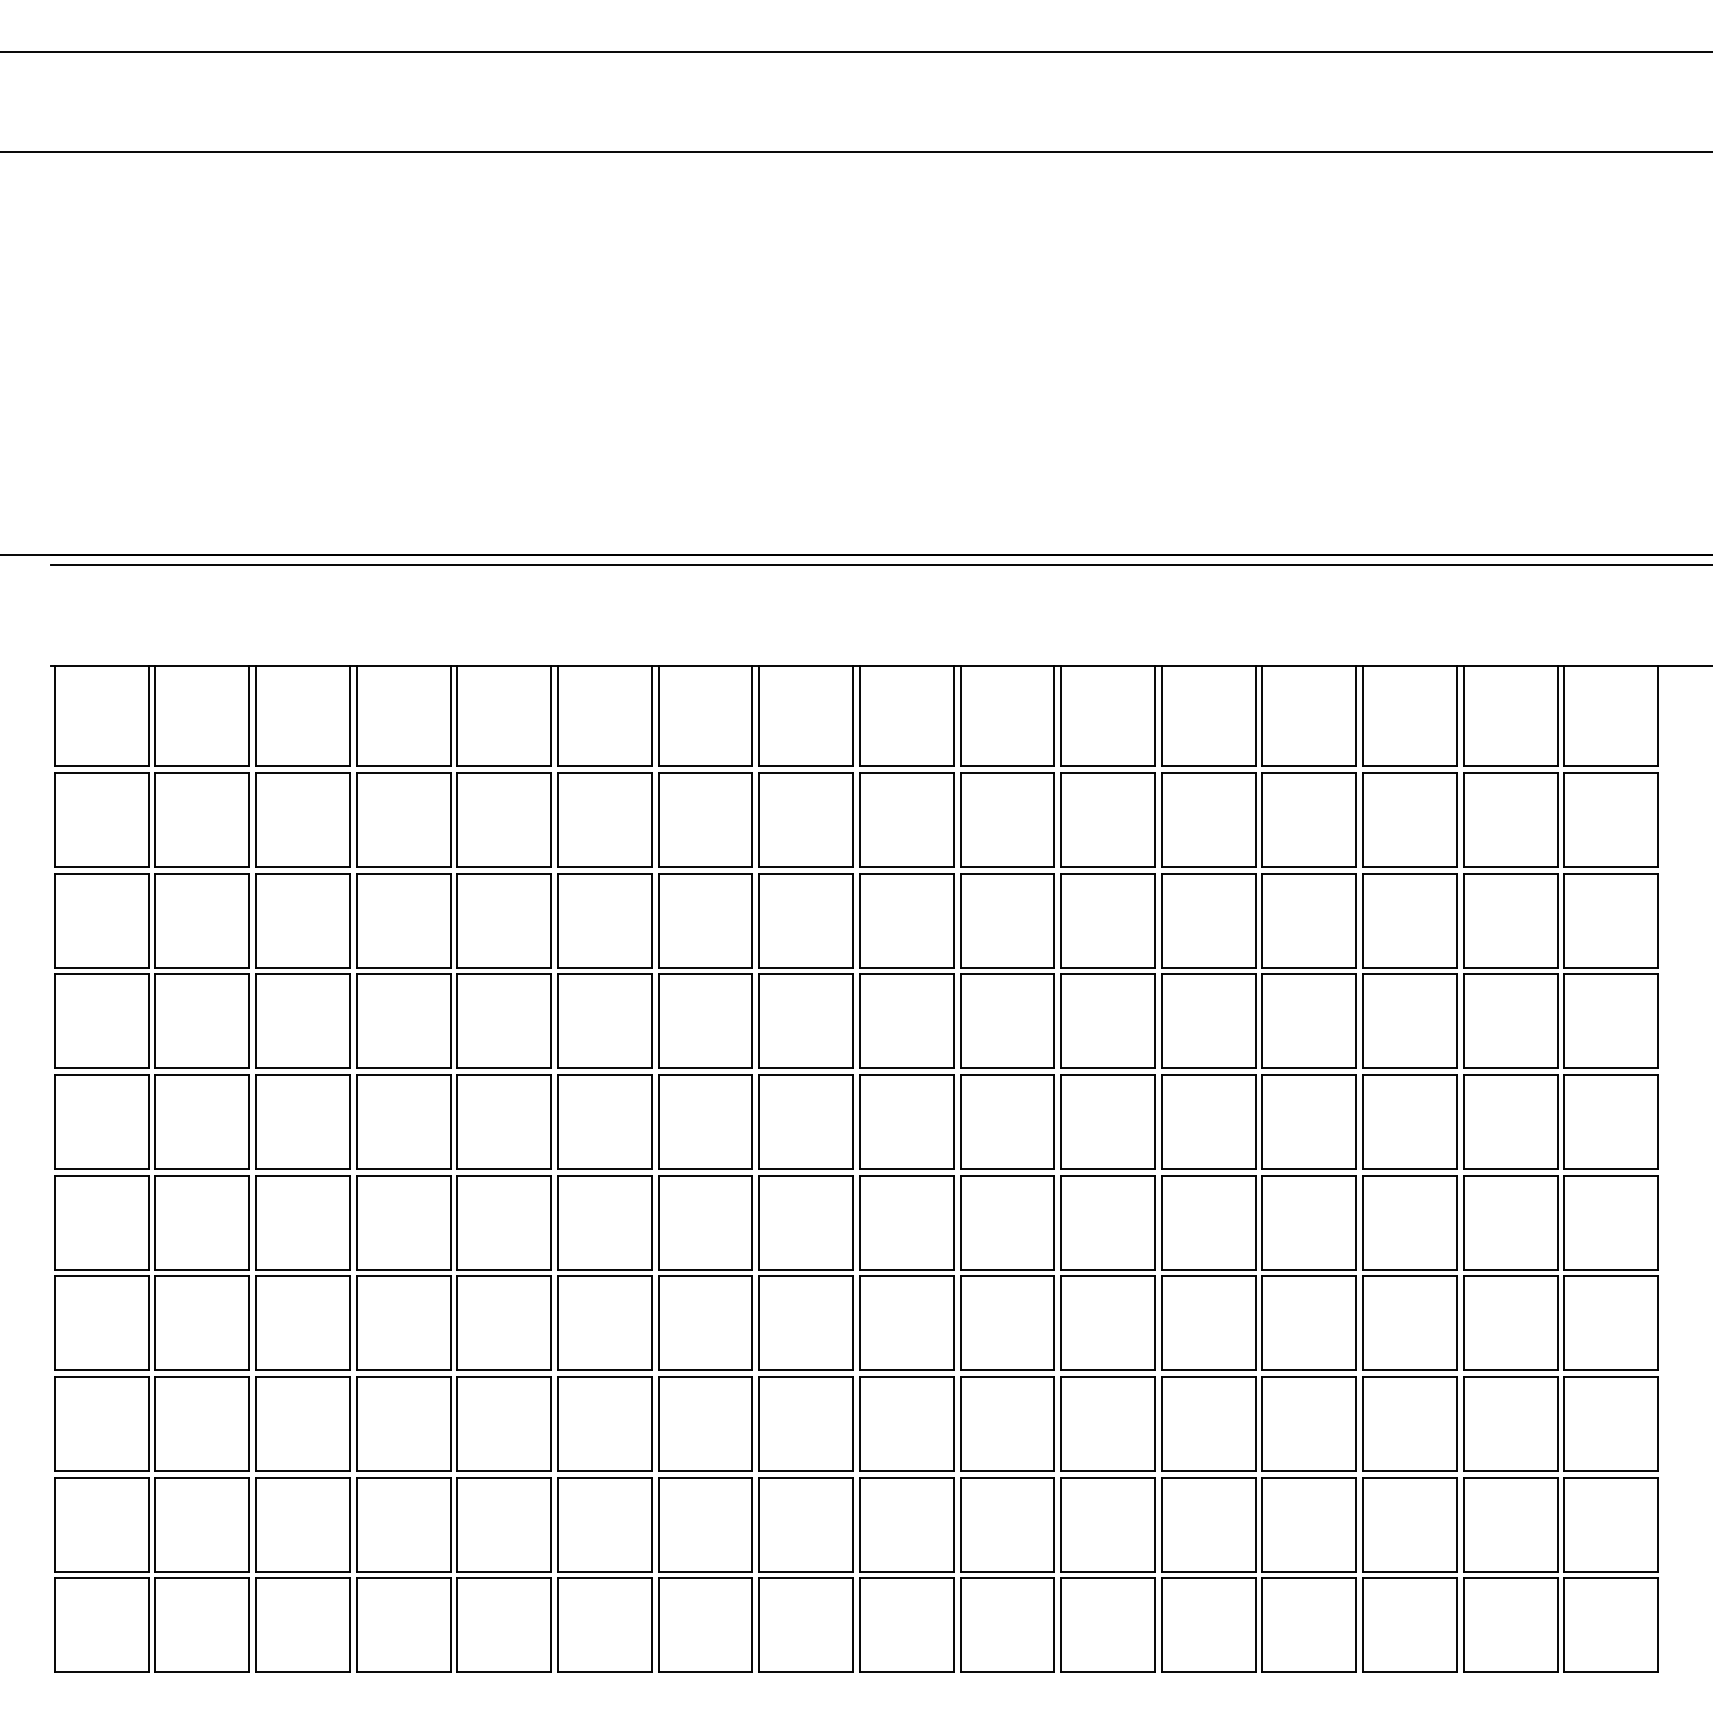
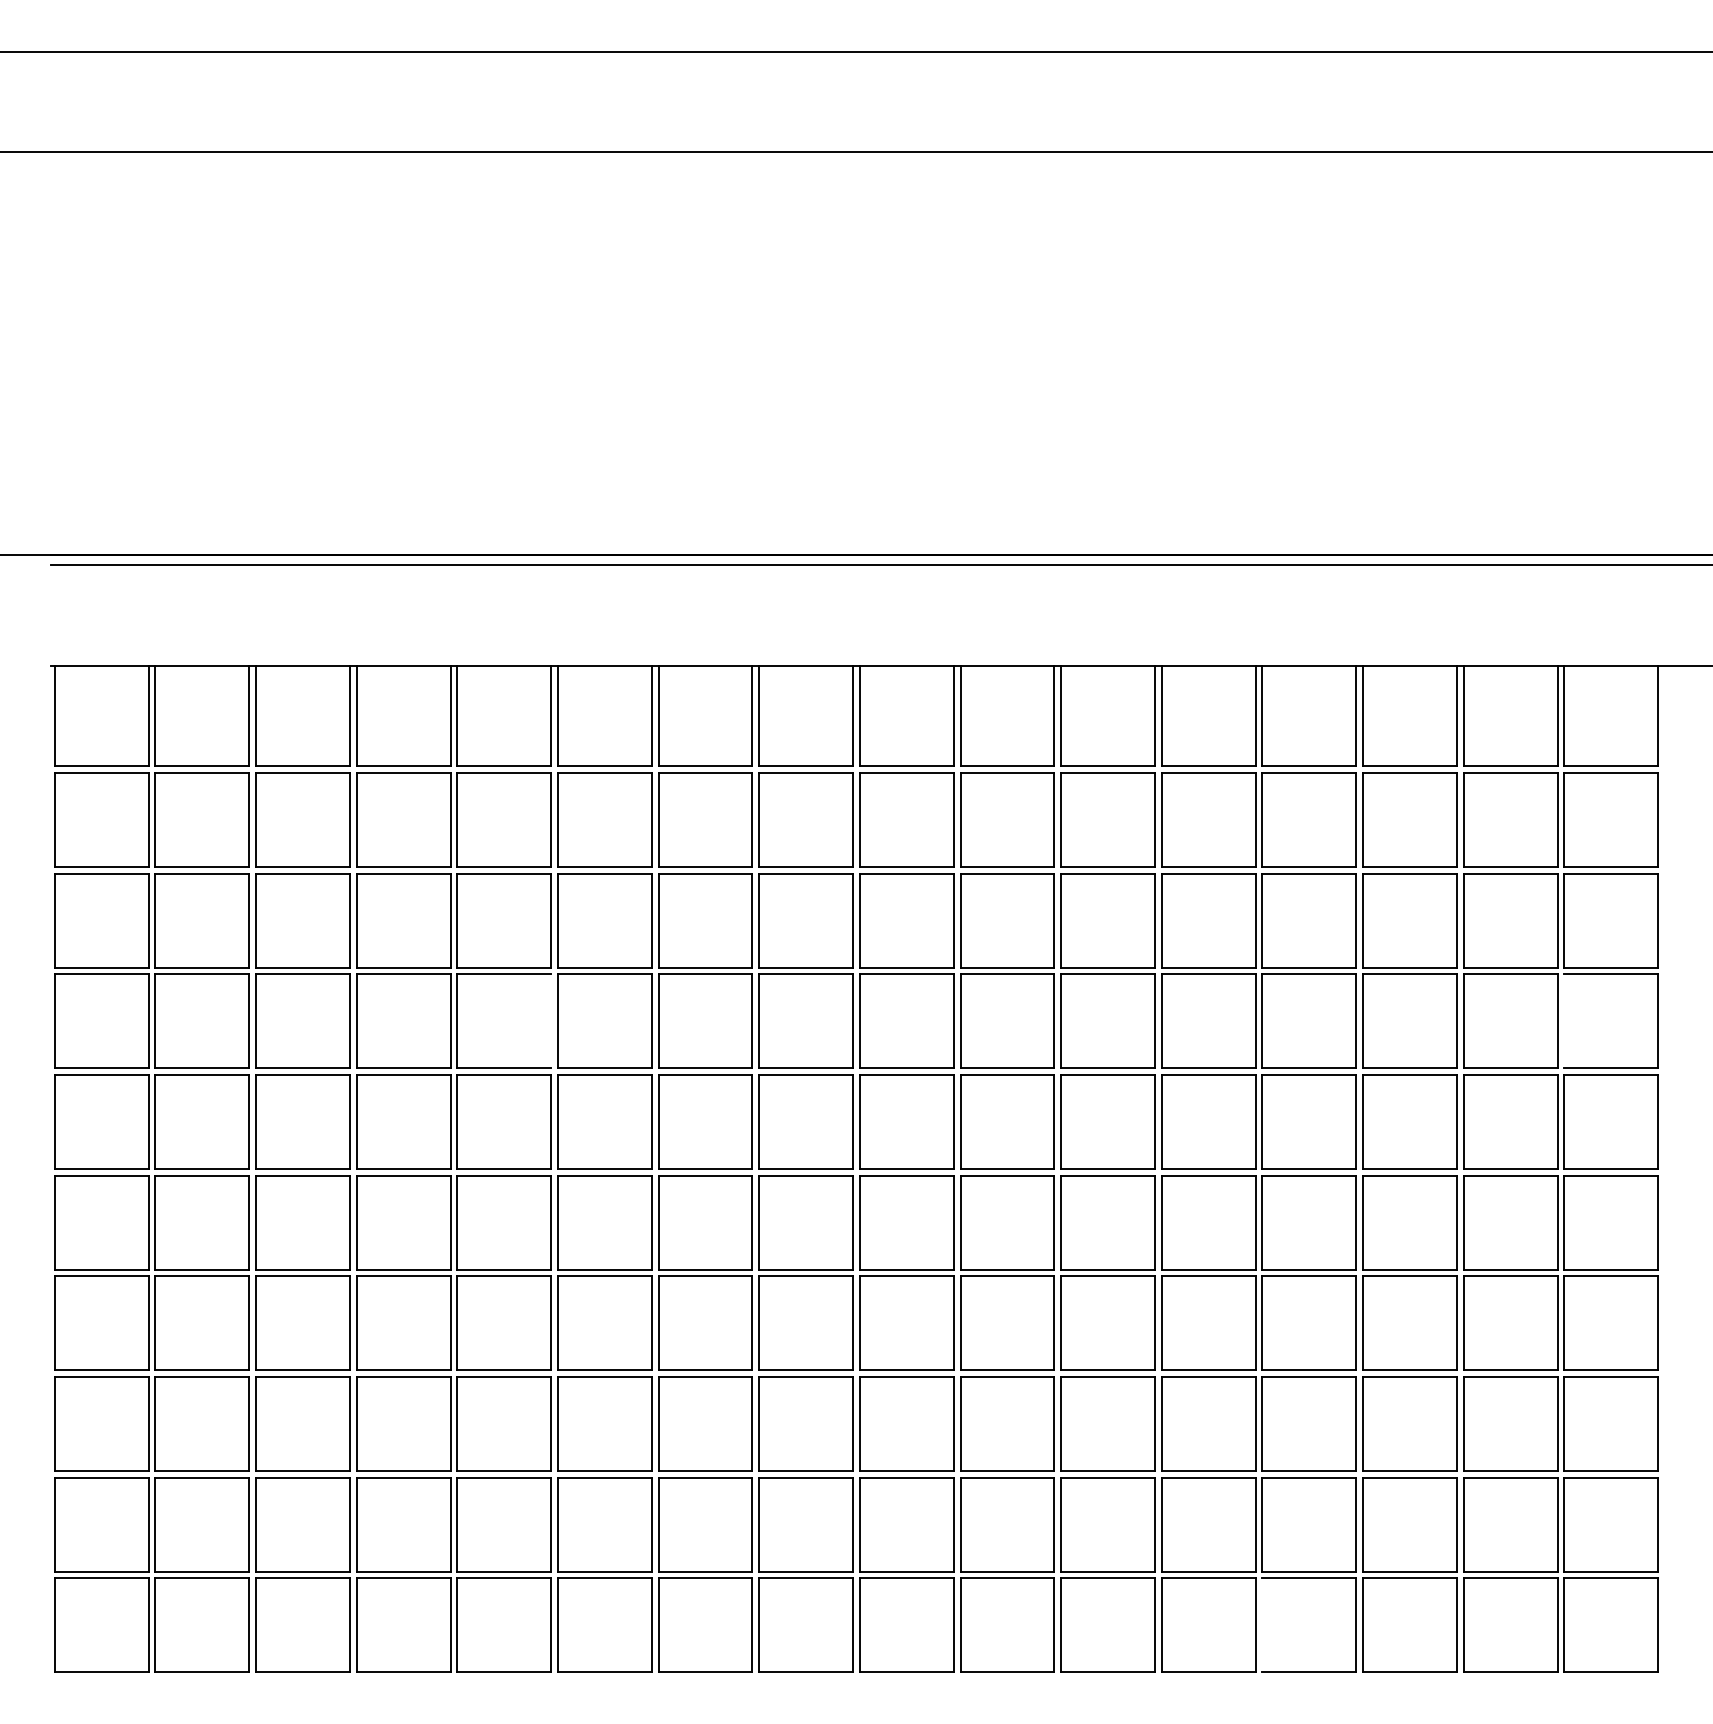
line at (551, 1021): present -> none
line at (1564, 1021): present -> none
line at (1262, 1625): present -> none
